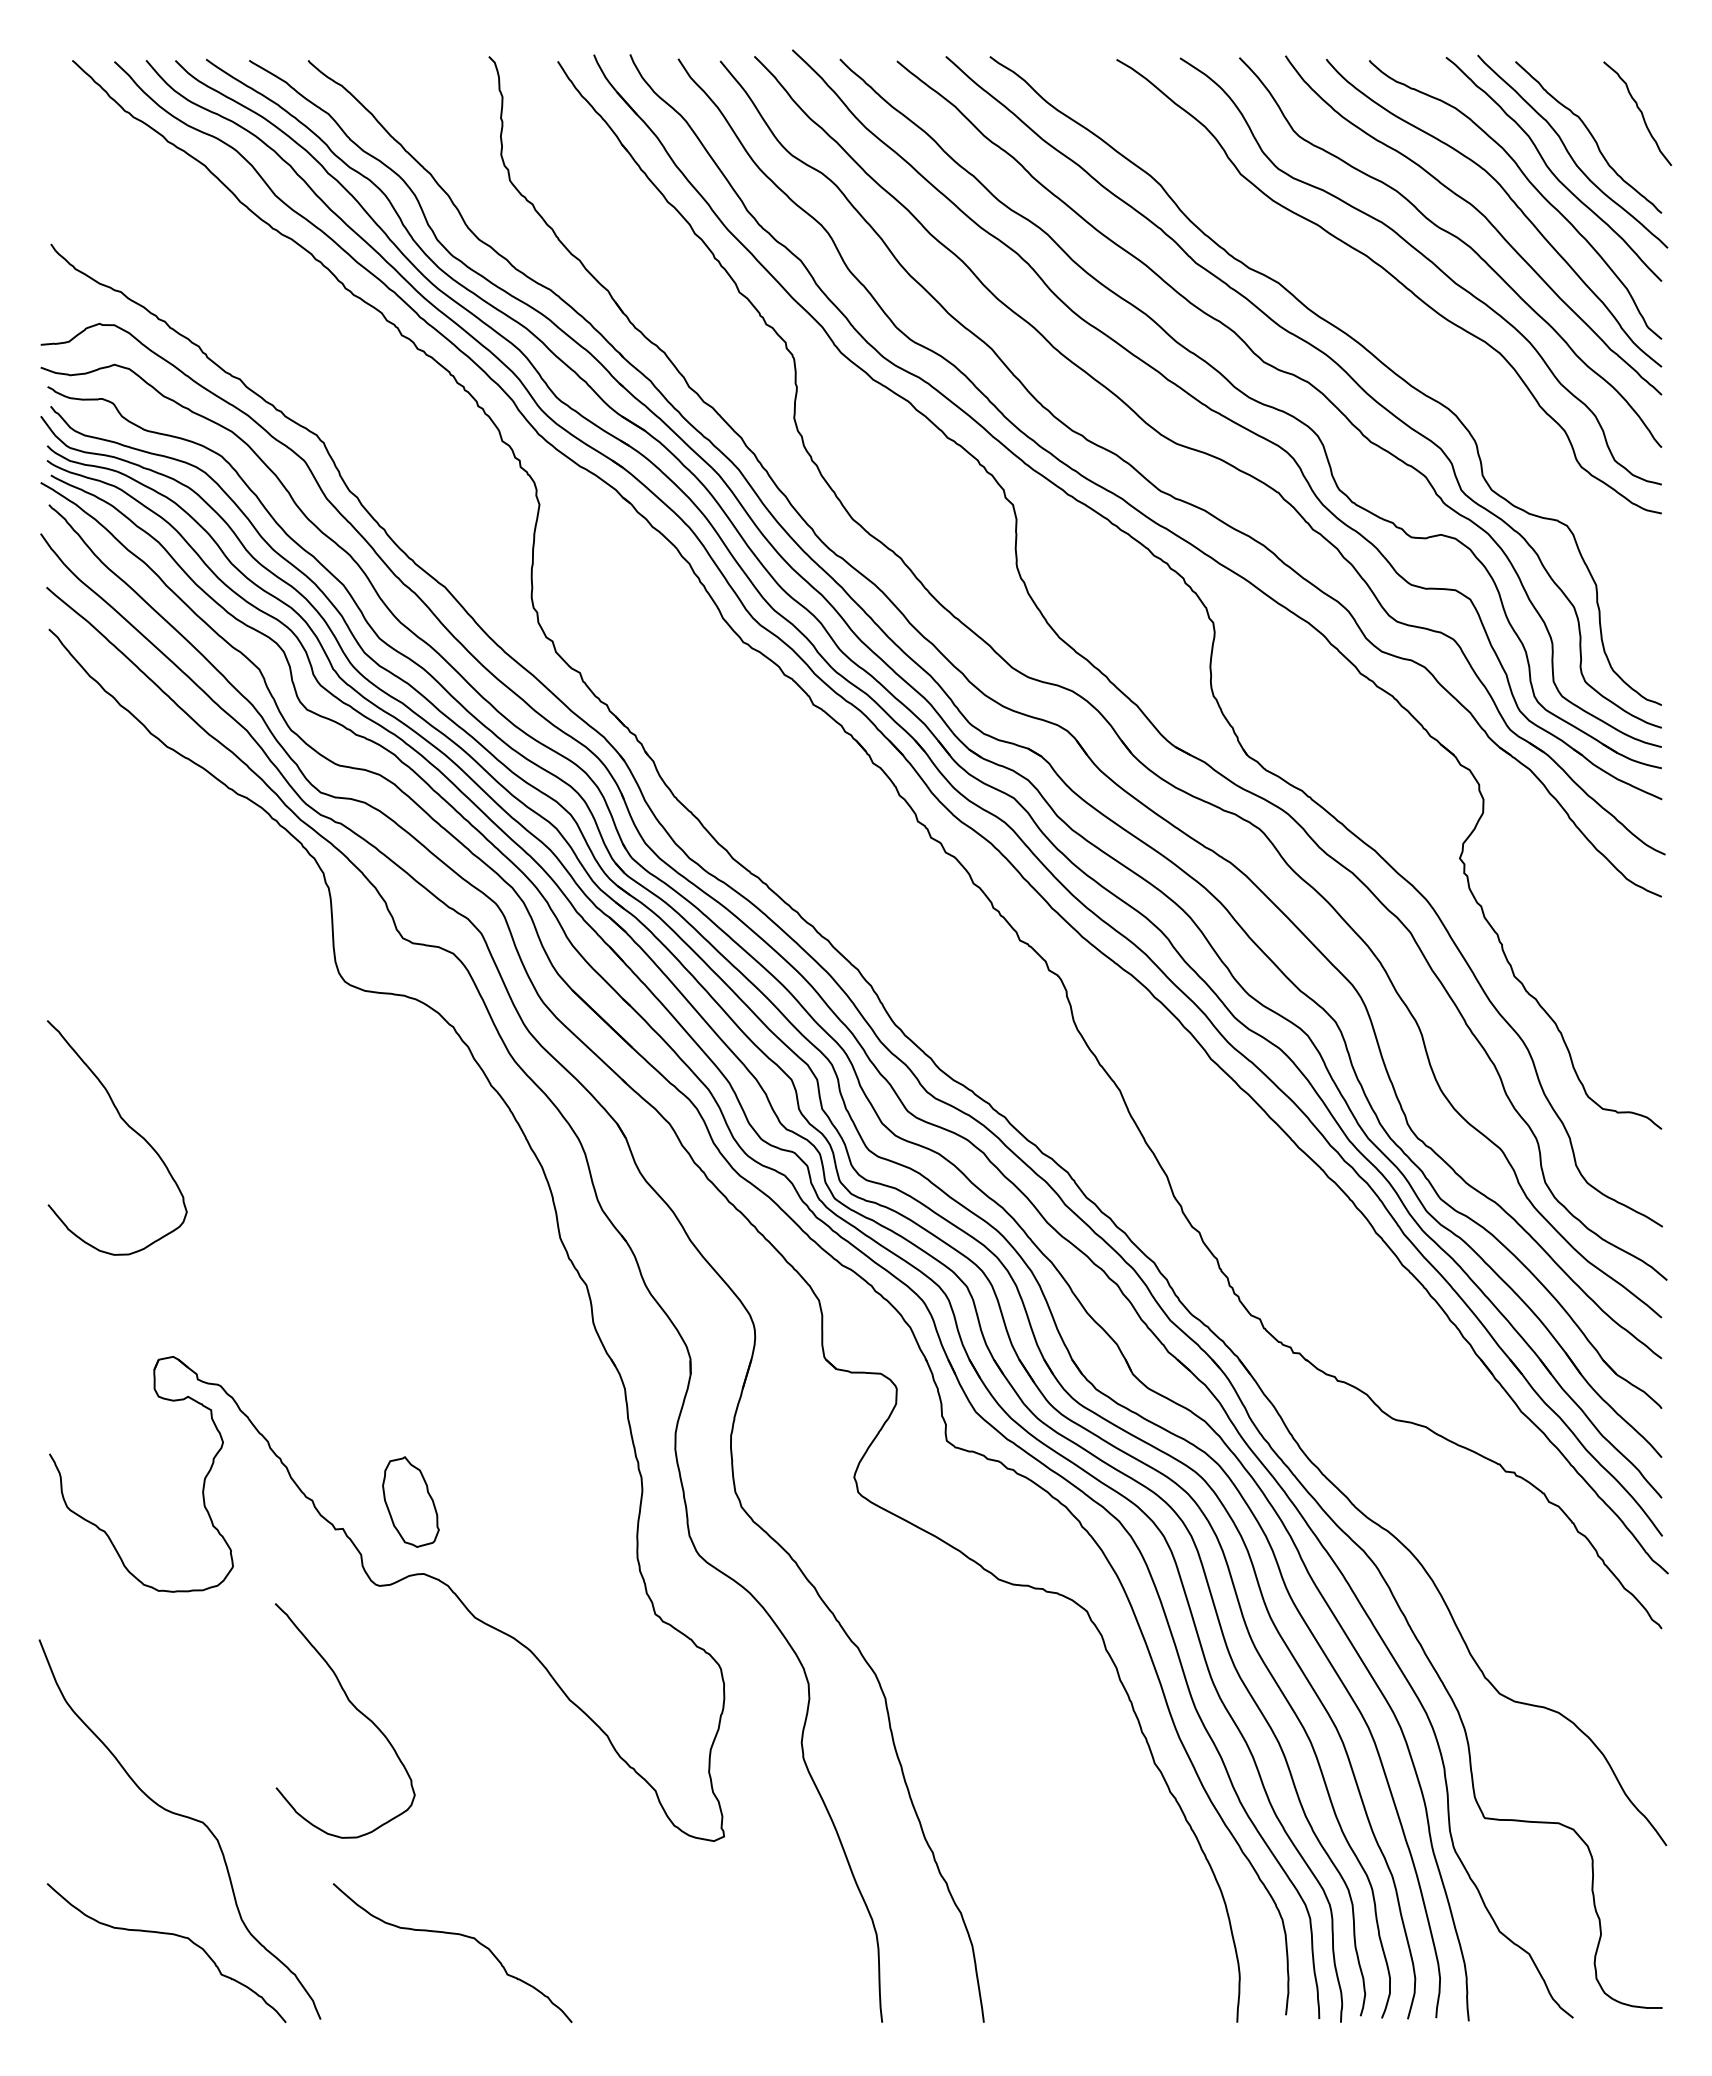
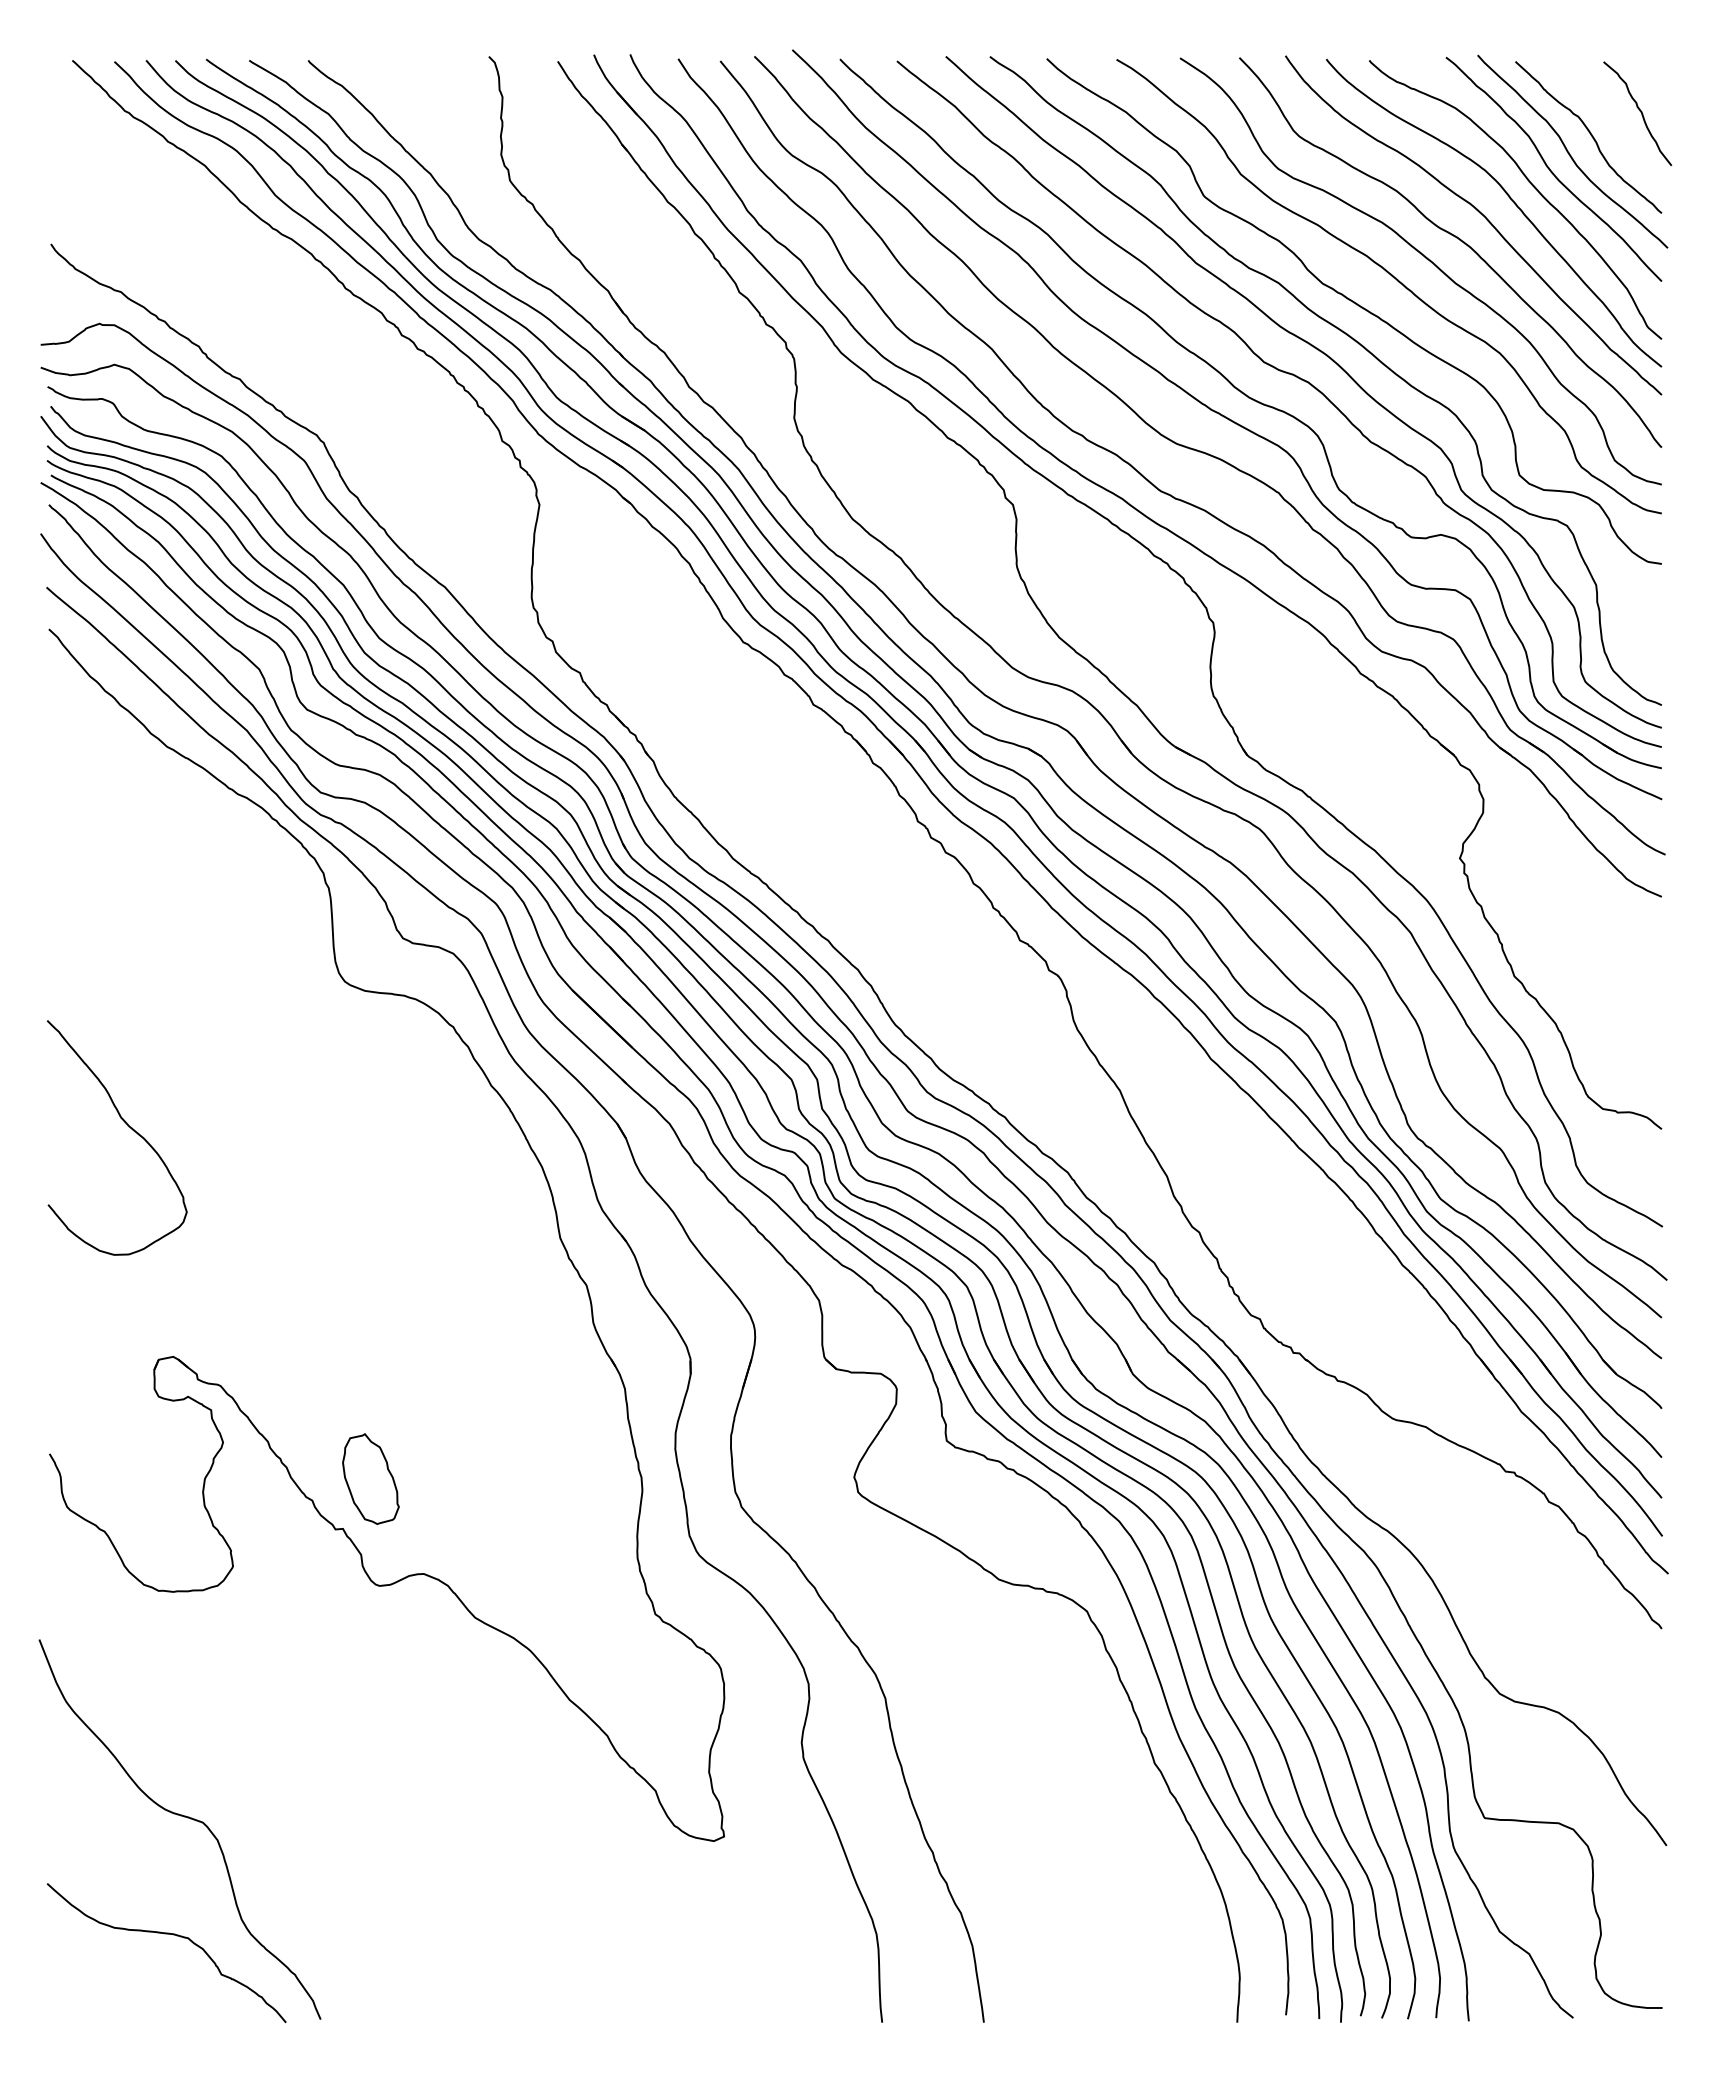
curve at (1356, 305): none -> present
part at (410, 1501) position: (410, 1501) -> (370, 1478)
curve at (355, 1708): present -> none
curve at (452, 1934): present -> none
